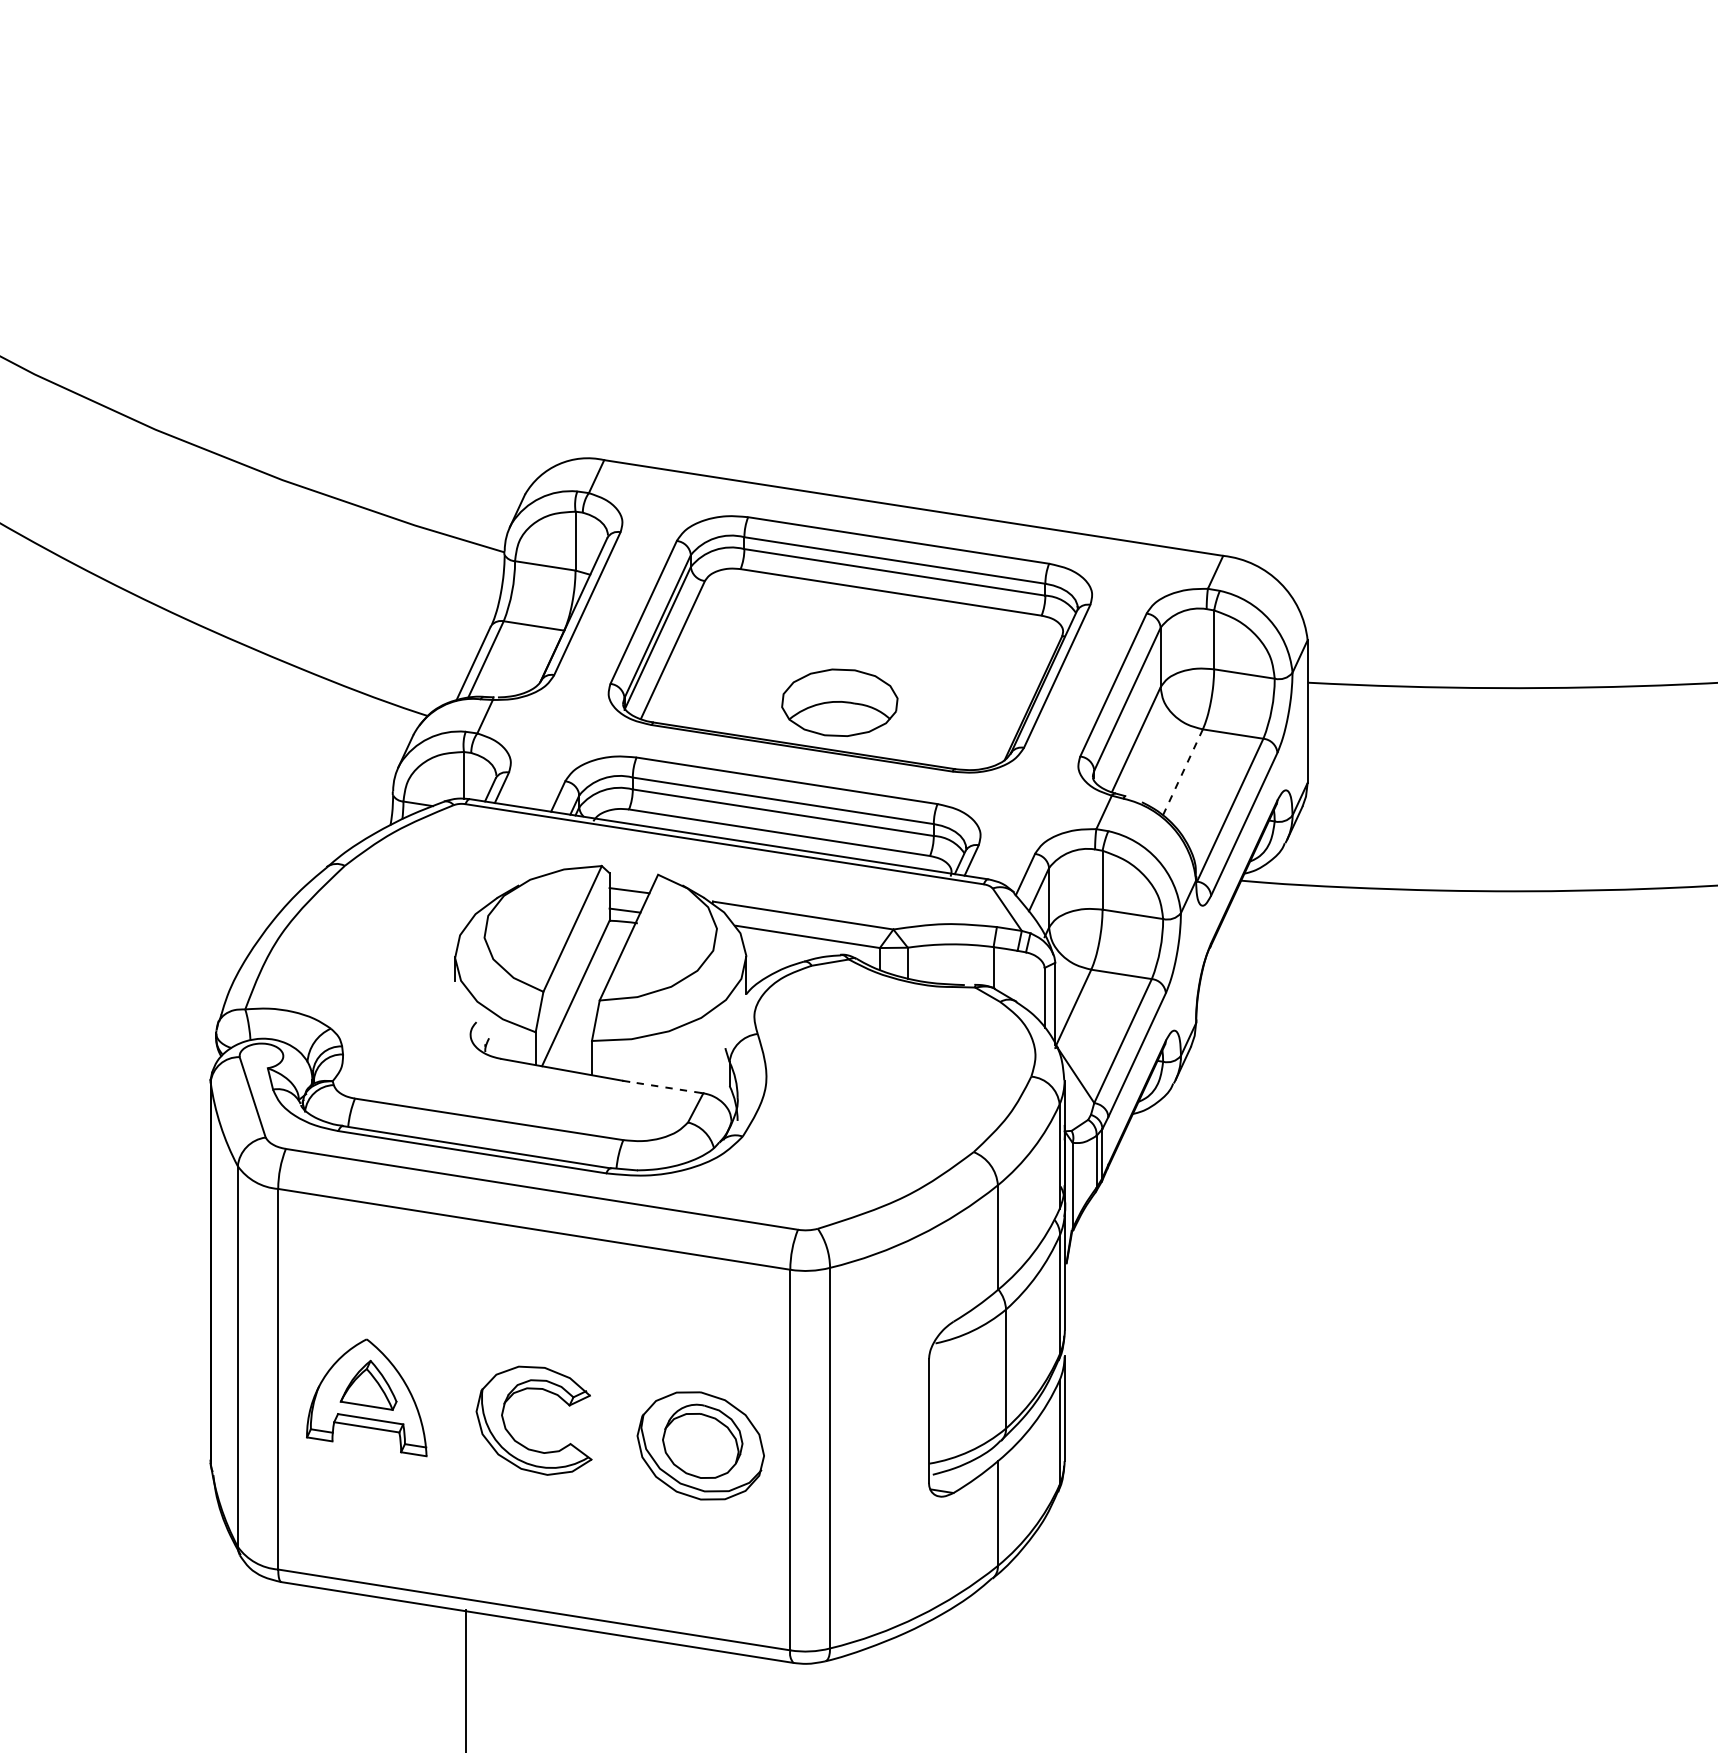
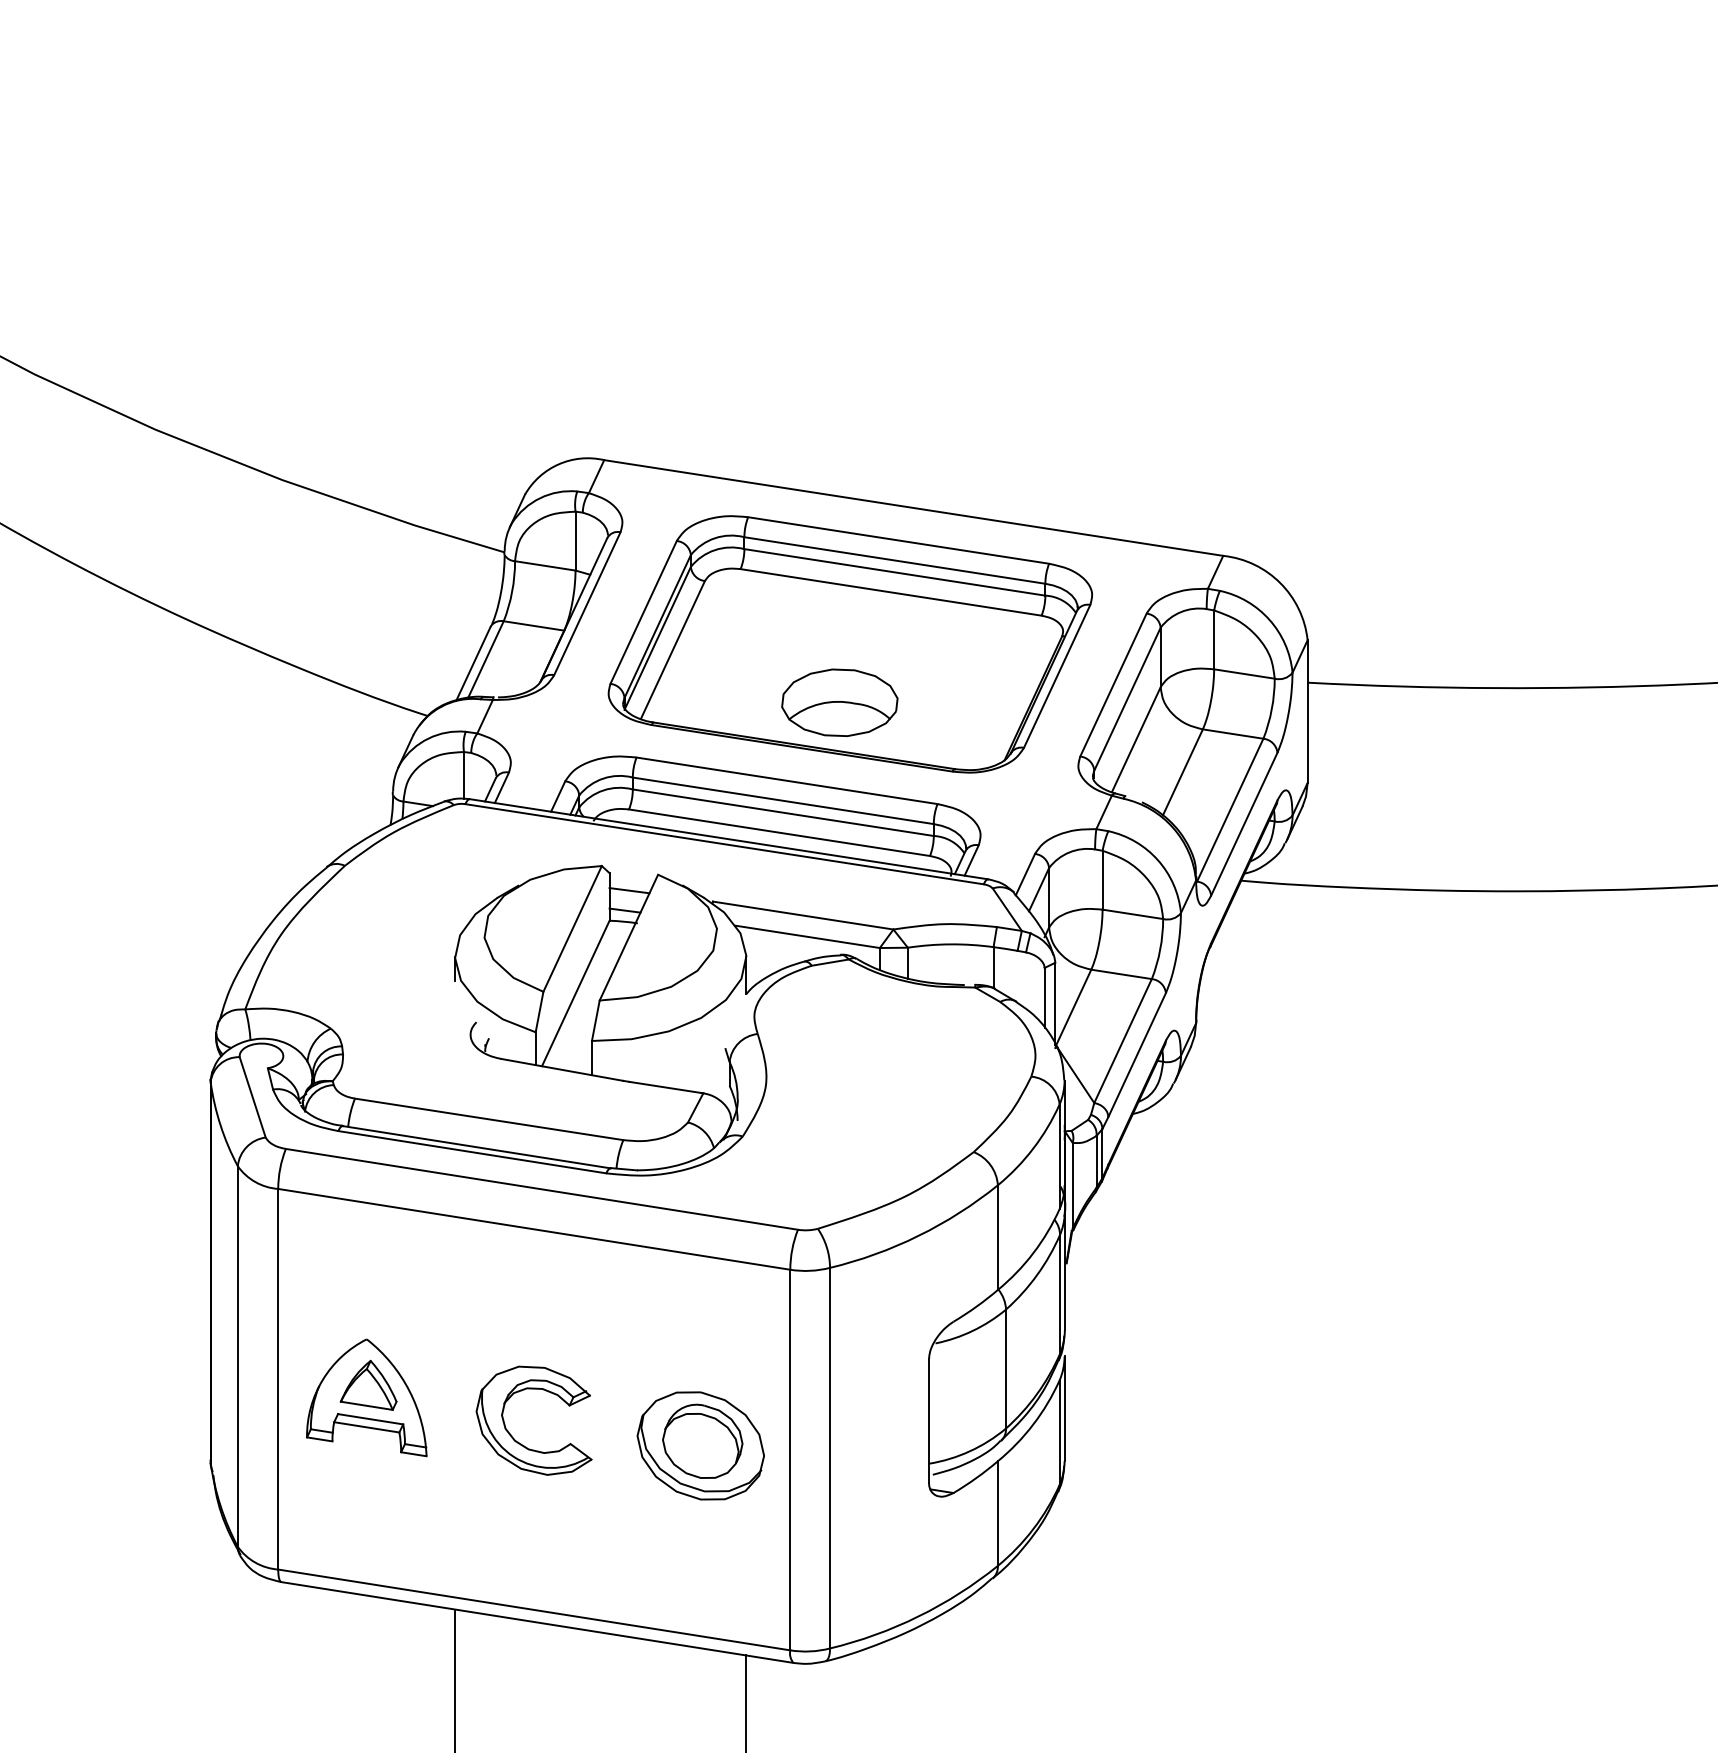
line at (1182, 772): dashed -> solid
line at (665, 1087): dashed -> solid
line at (466, 1679) position: (466, 1679) -> (455, 1679)
line at (746, 1702): none -> present
